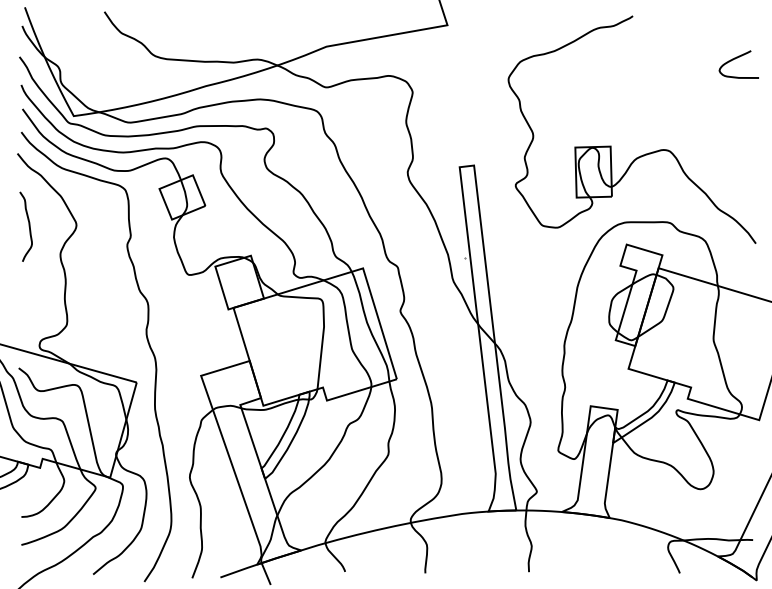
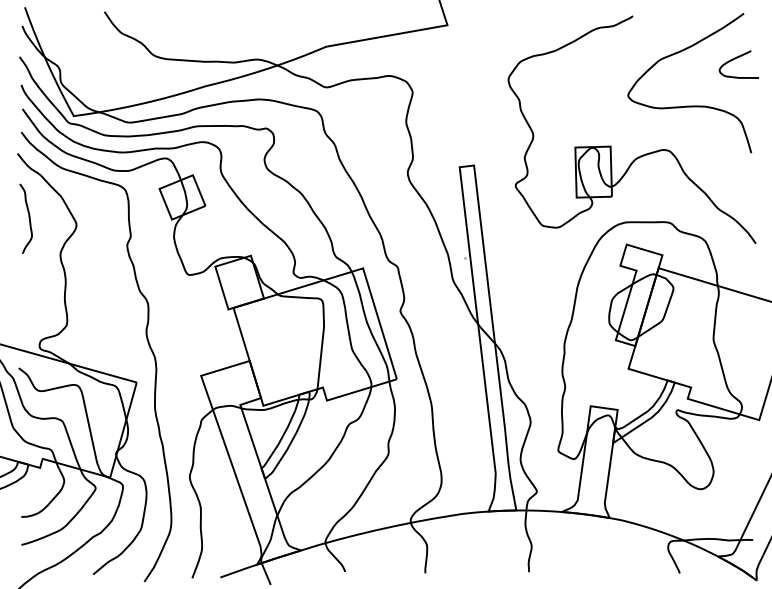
curve at (689, 105): none -> present
curve at (28, 226) position: (28, 226) -> (28, 218)
